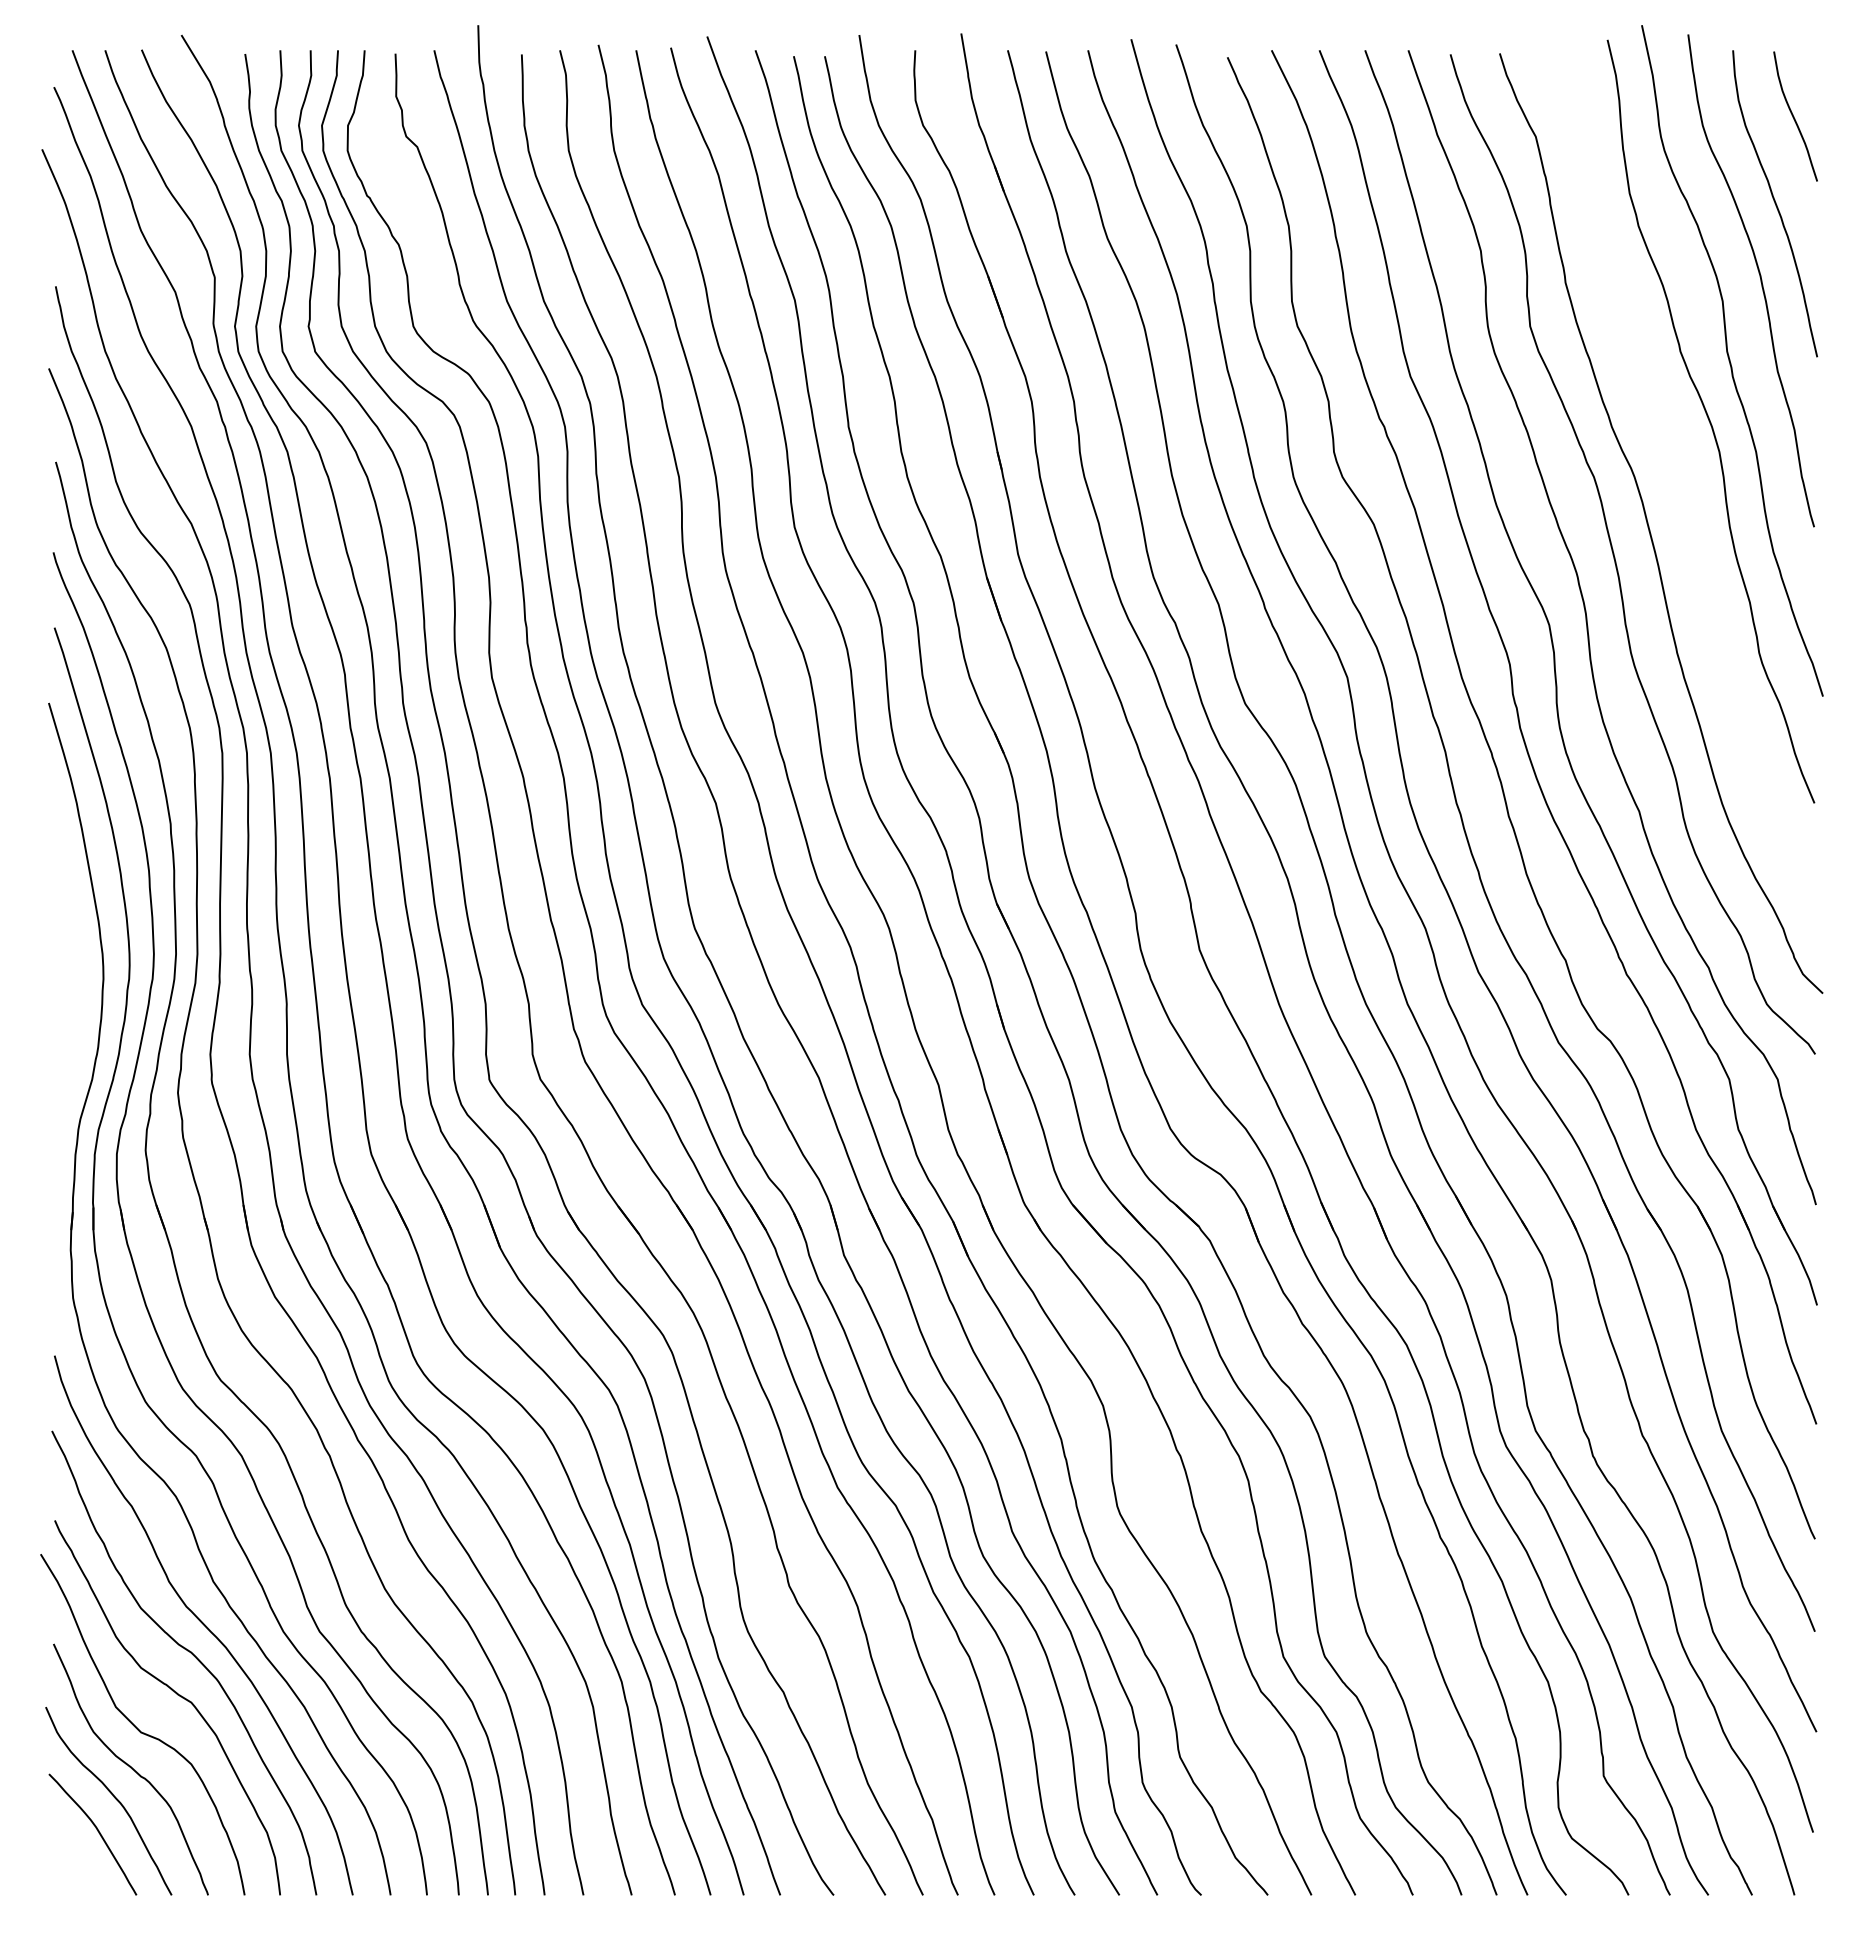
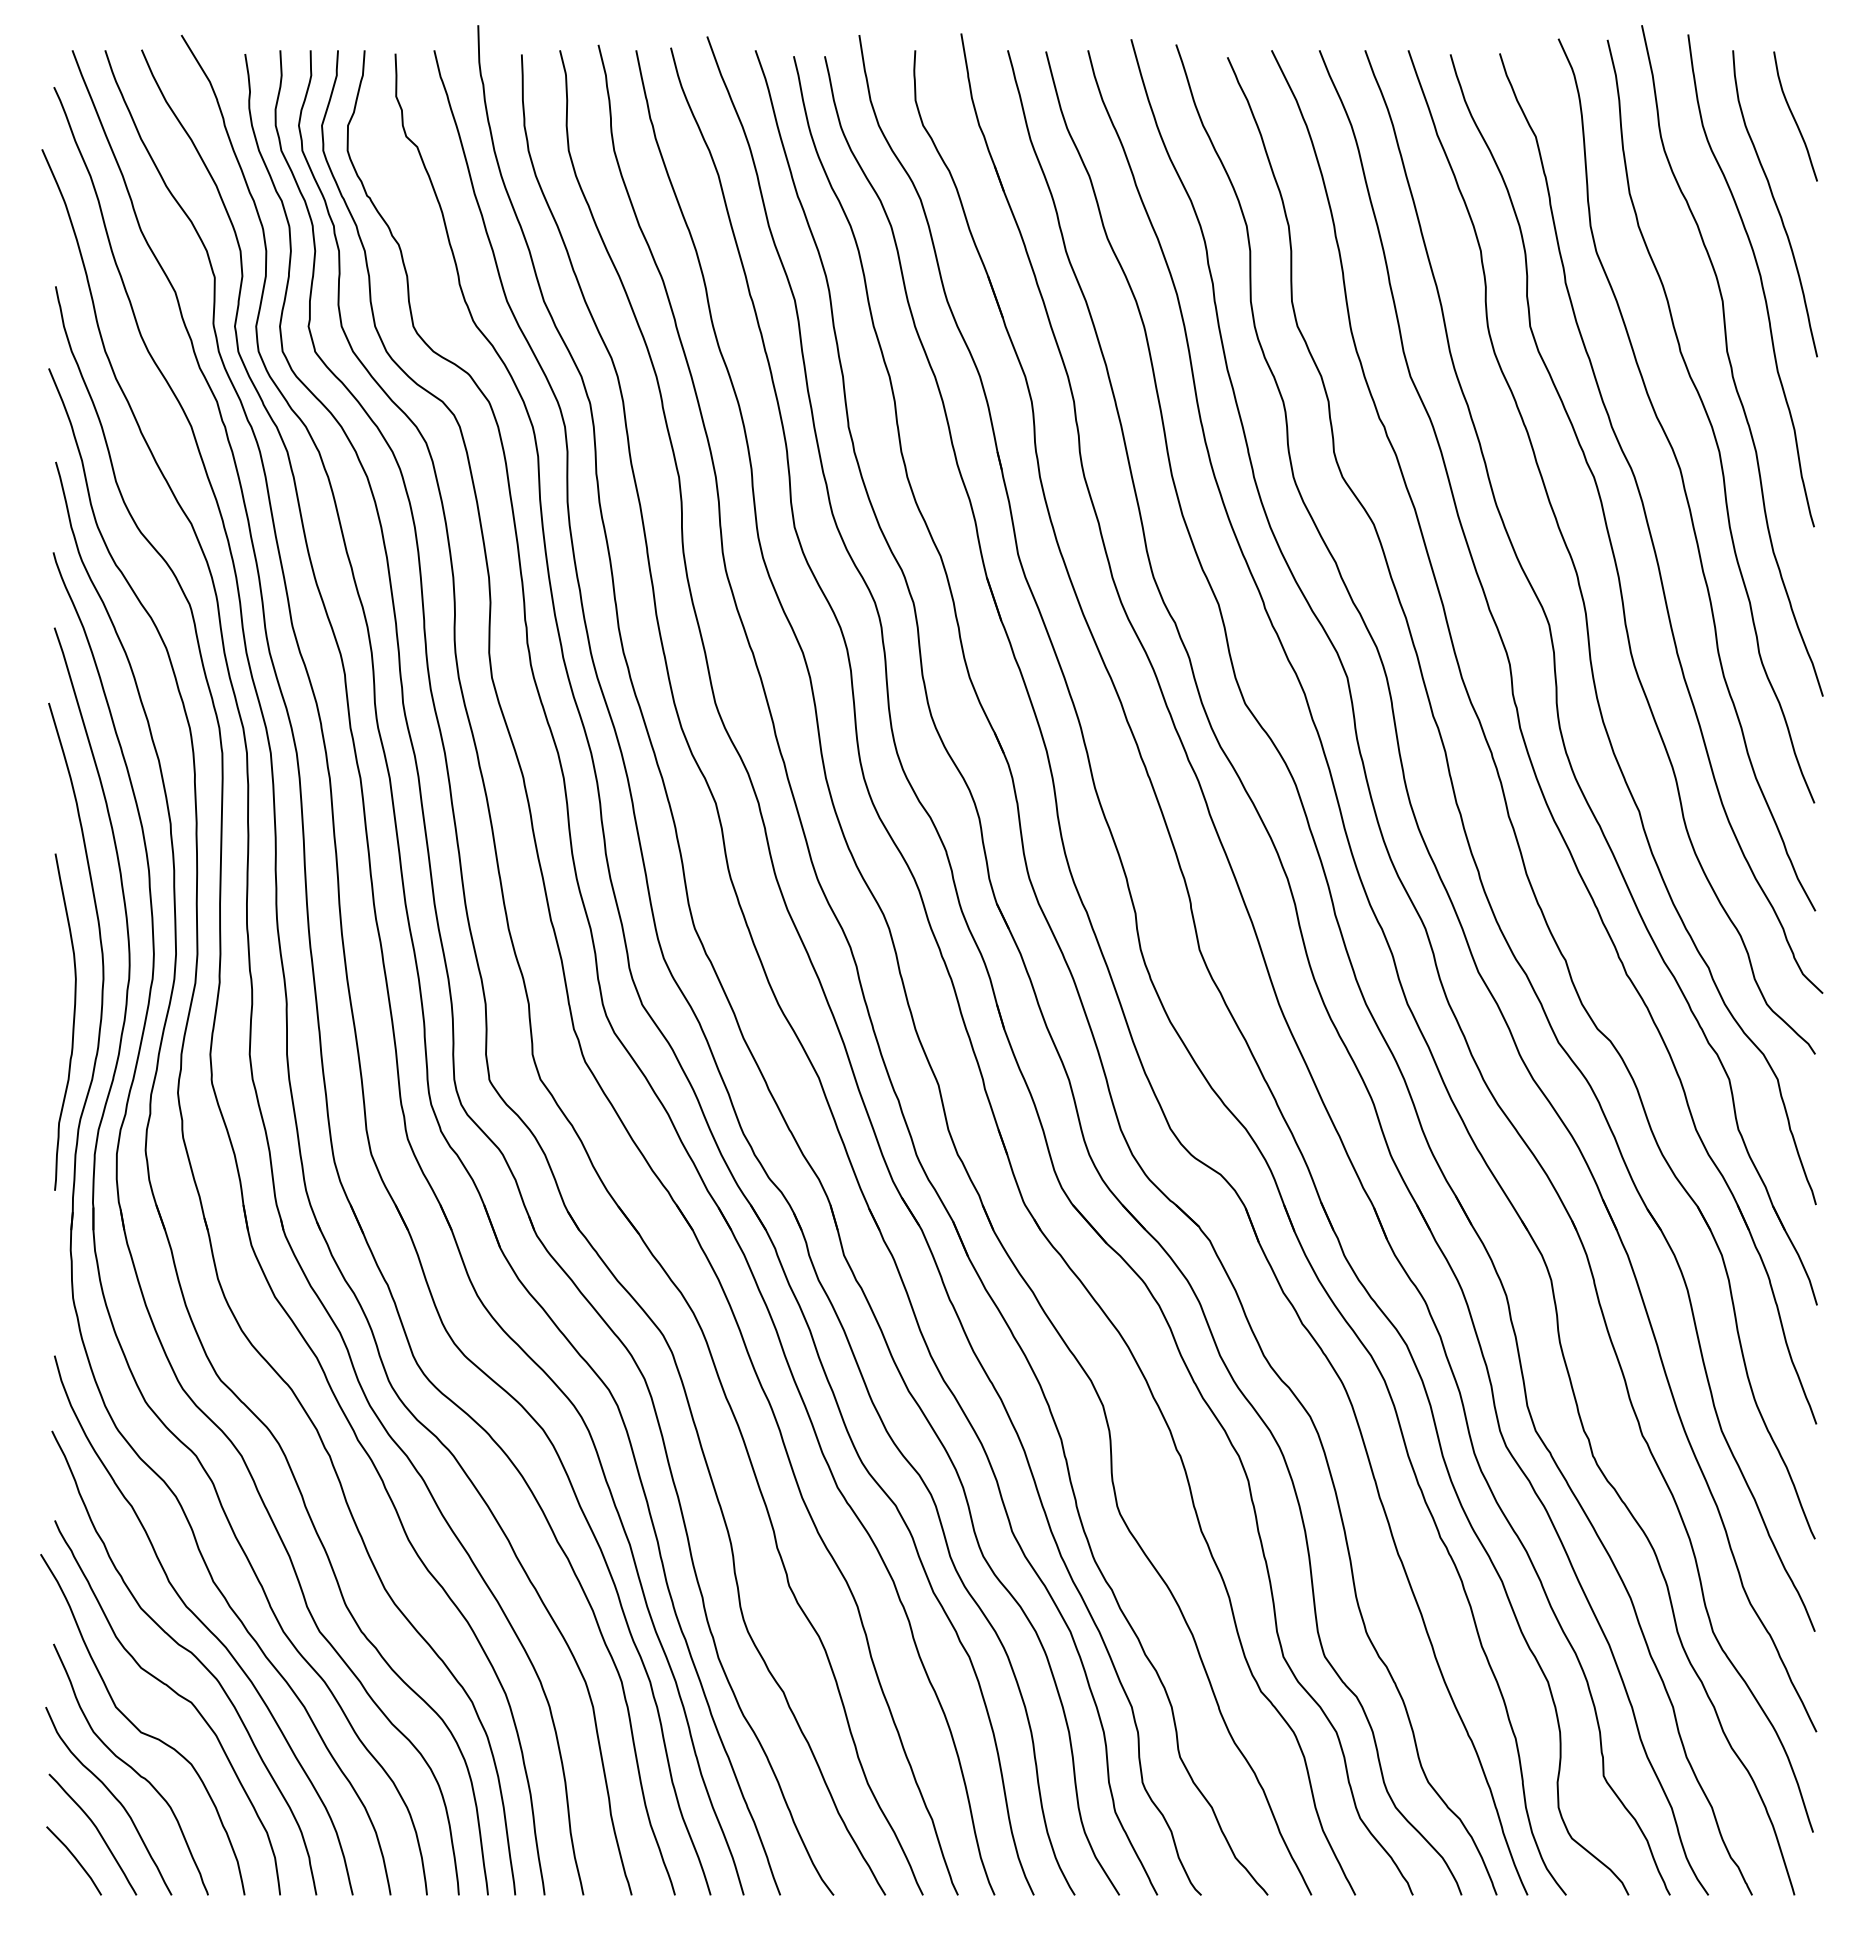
curve at (1682, 474): none -> present
curve at (72, 1024): none -> present
line at (74, 1858): none -> present
